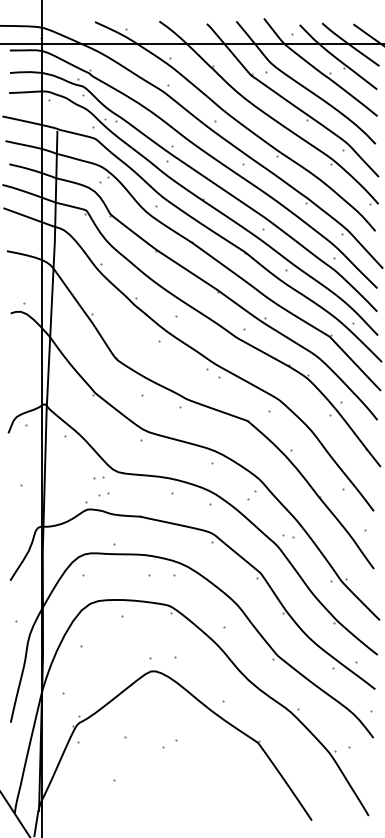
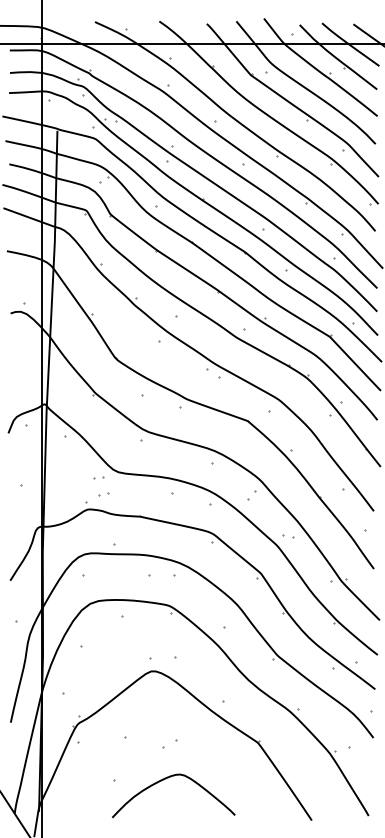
curve at (168, 778): none -> present
